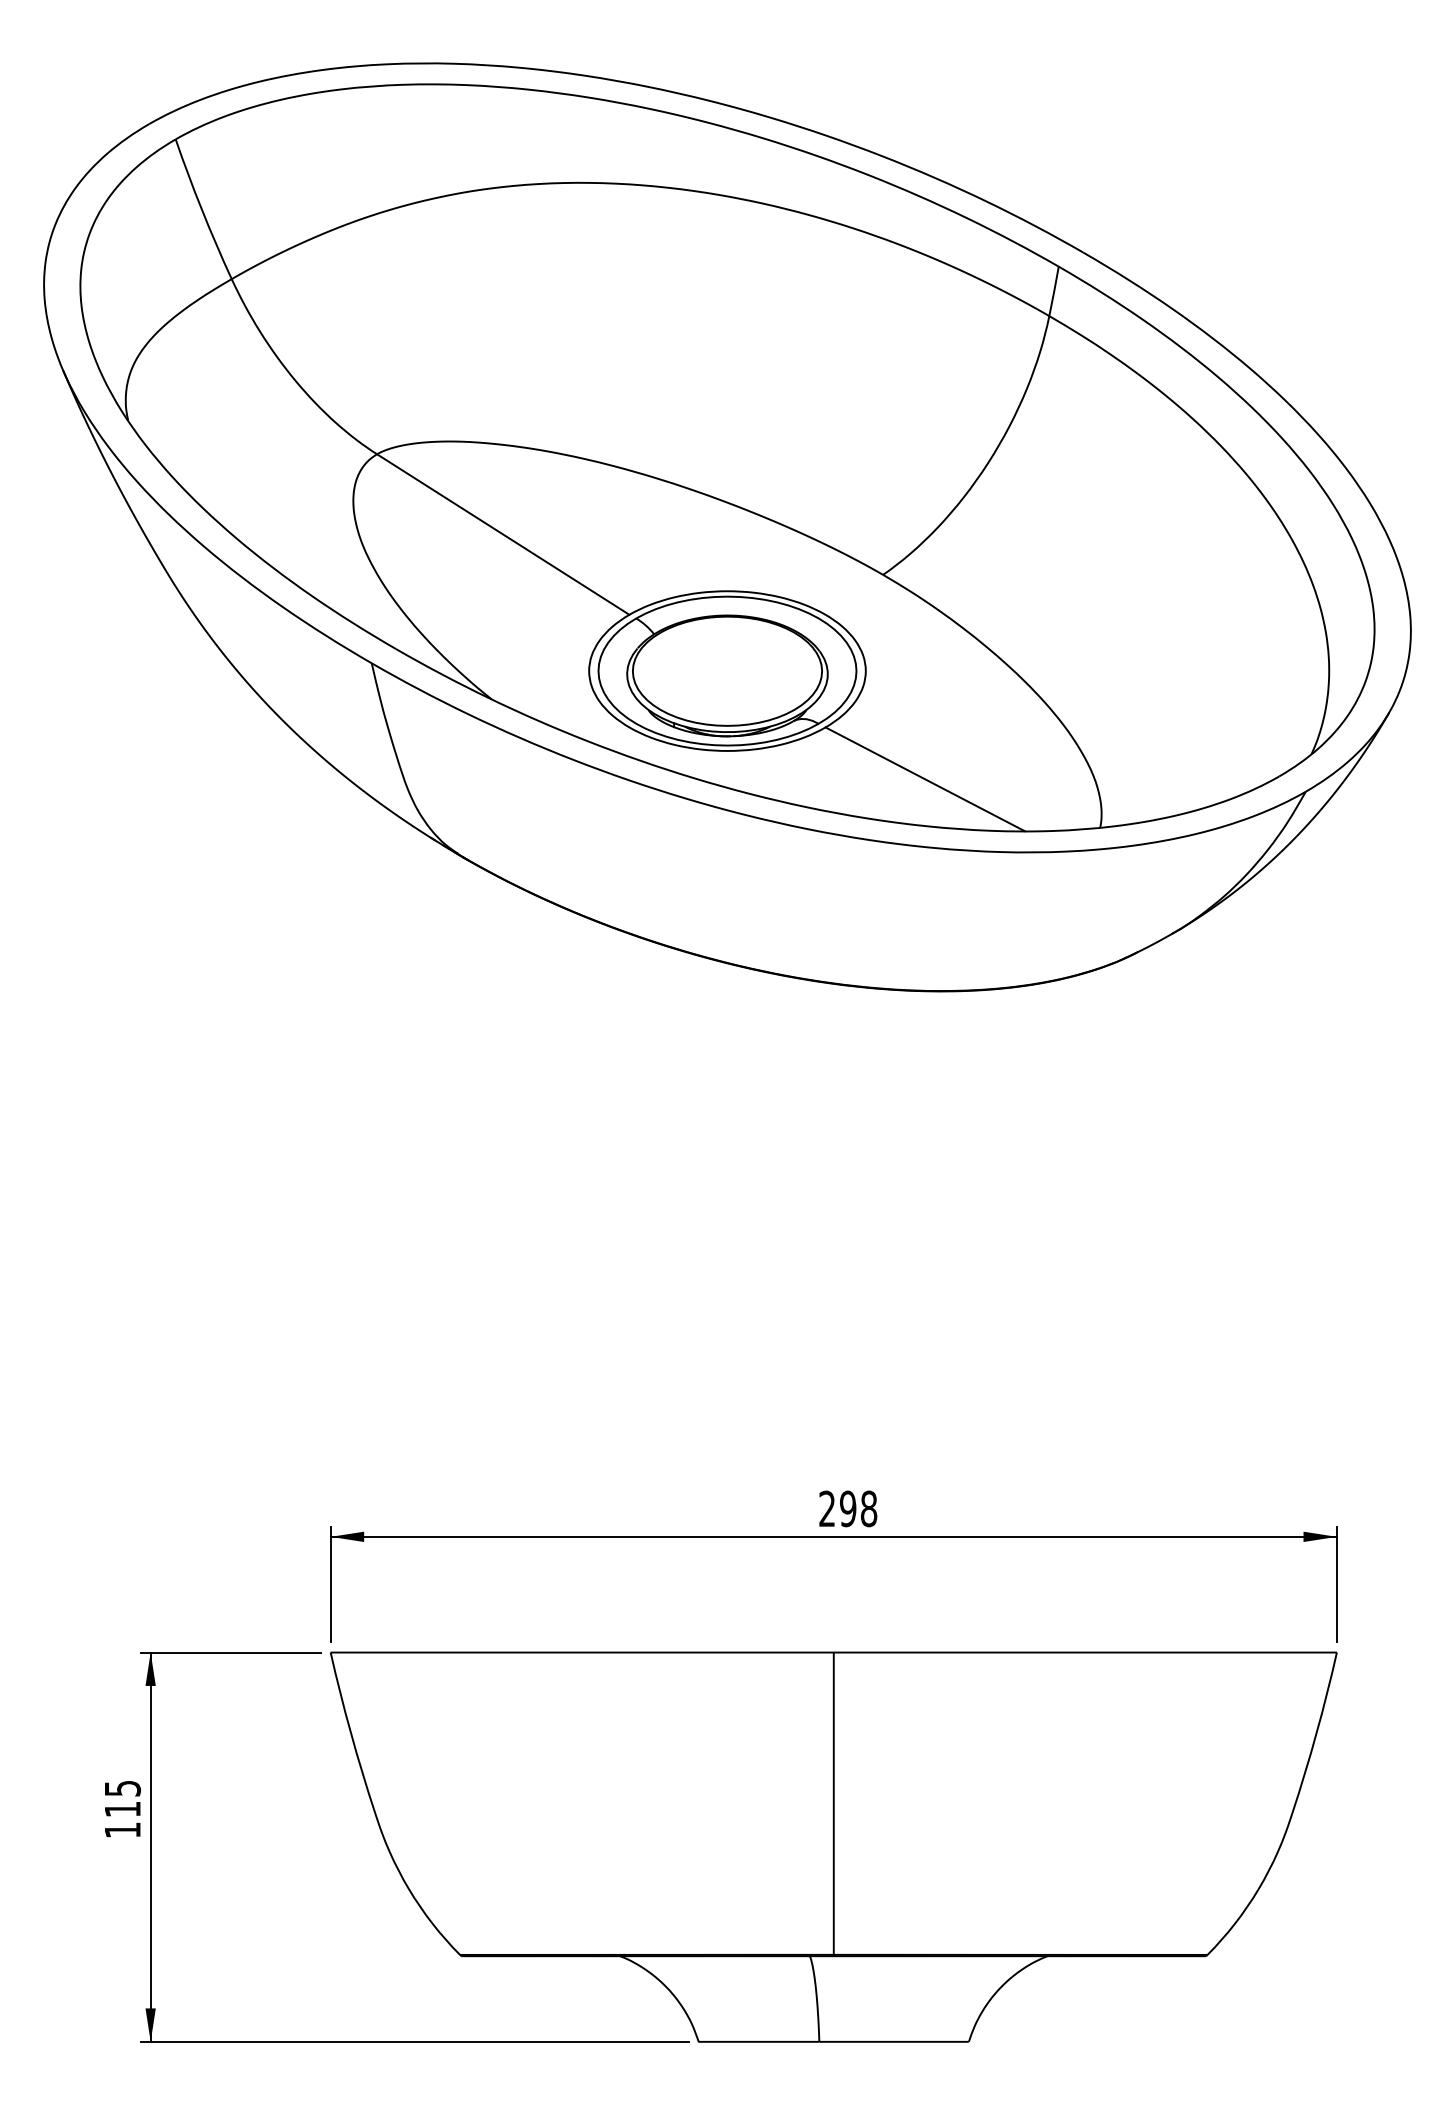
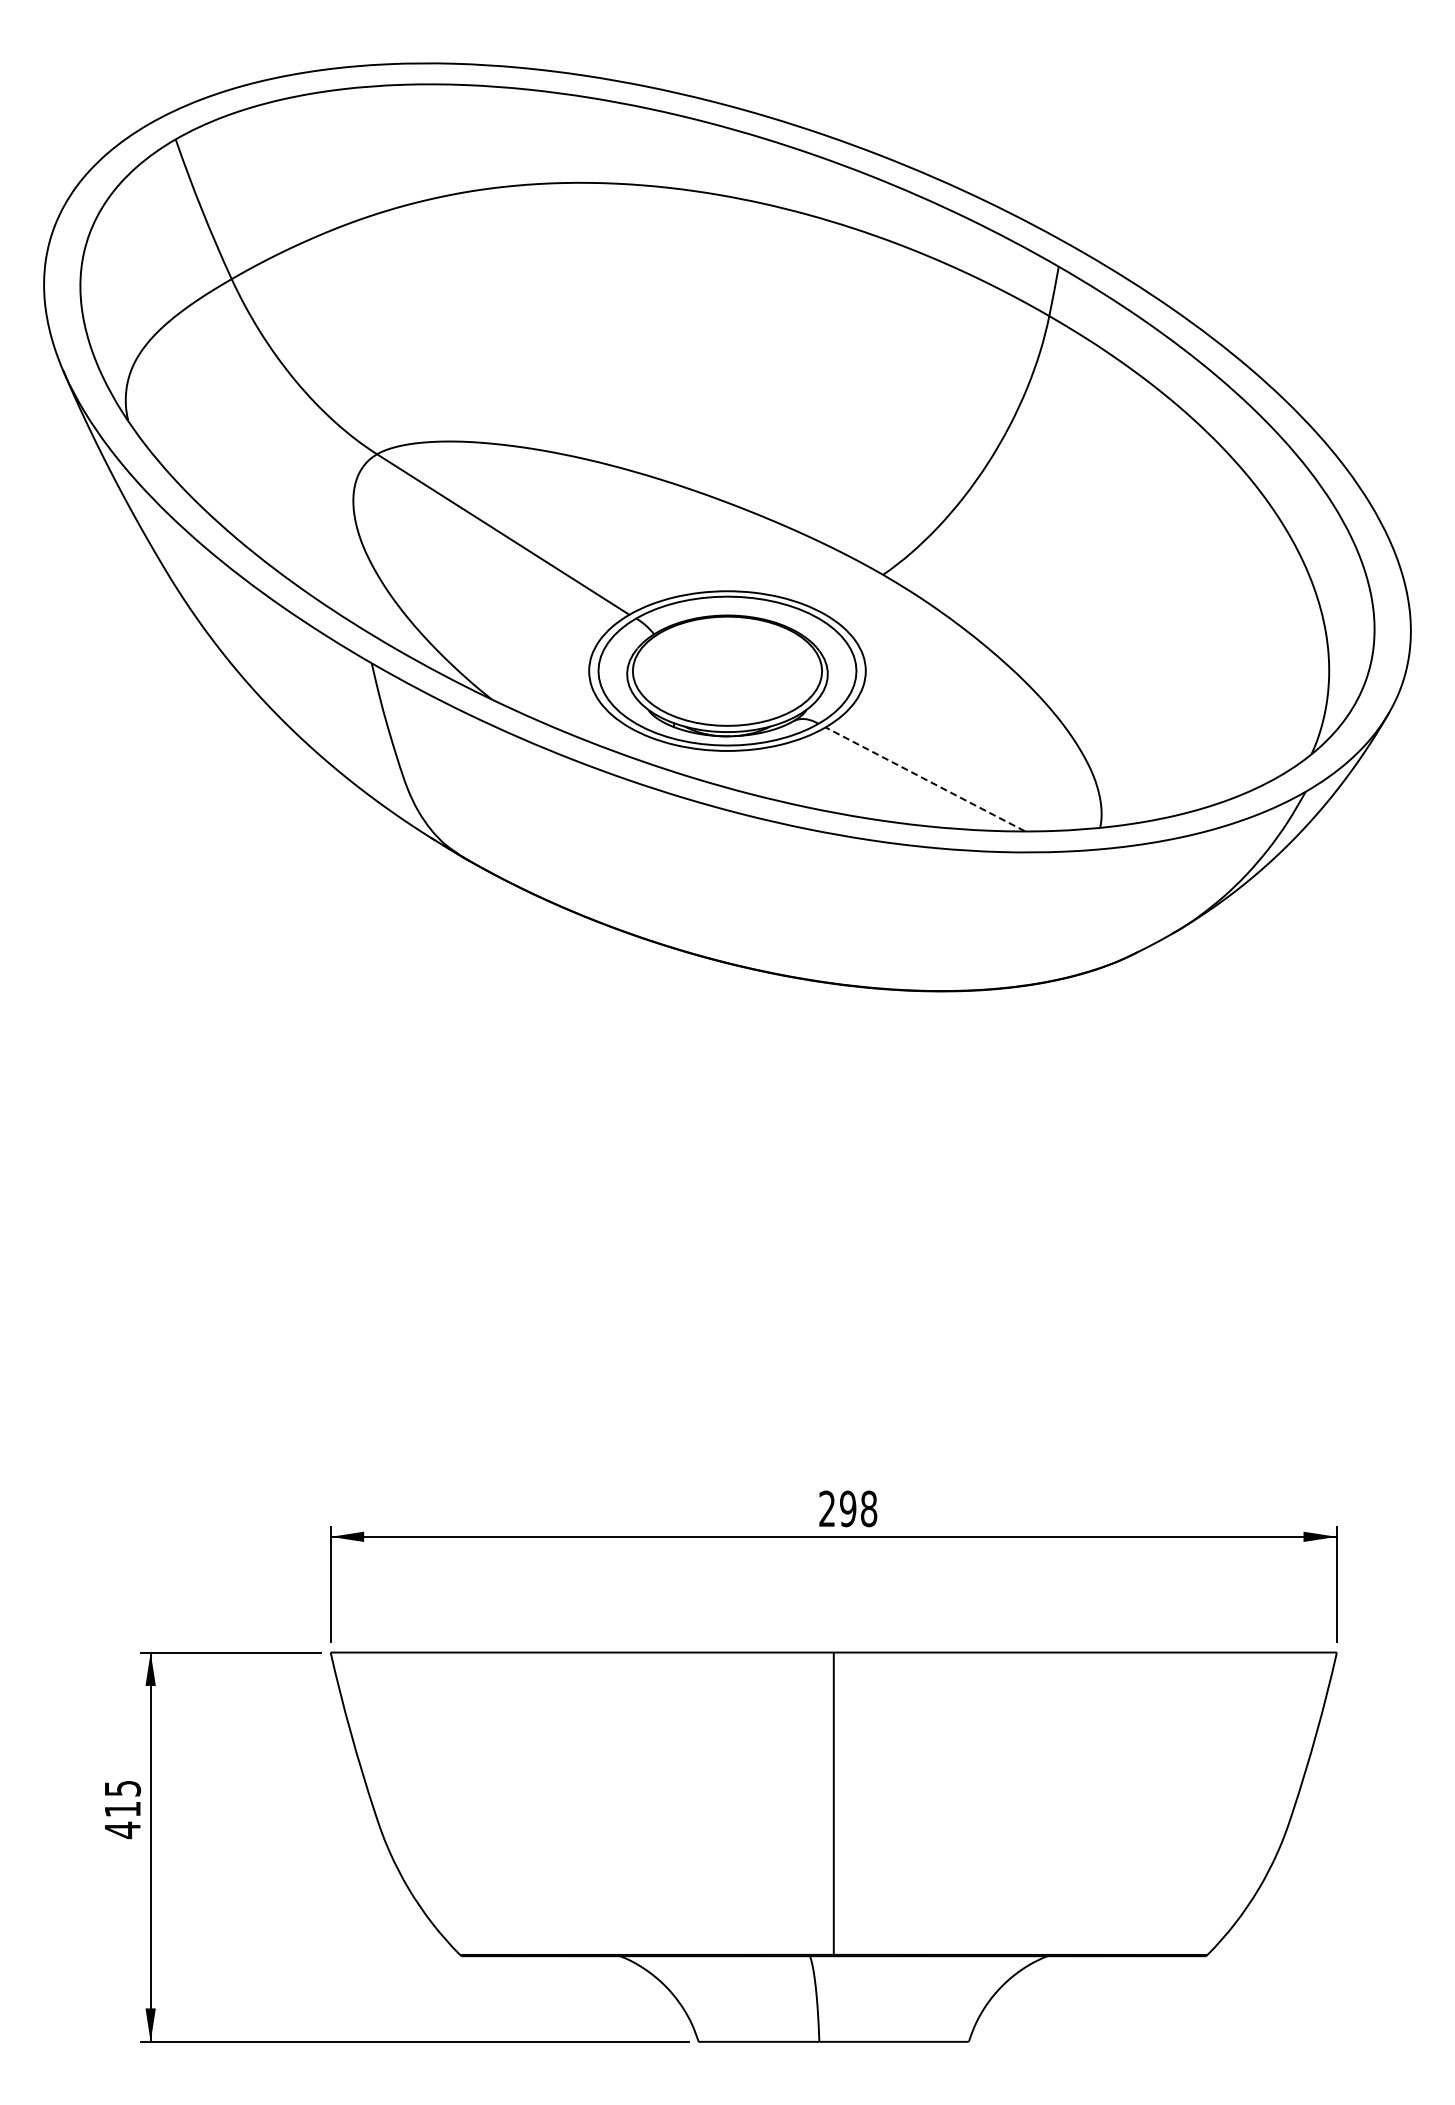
line at (924, 779): solid -> dashed
text at (122, 1830): 115 -> 415
